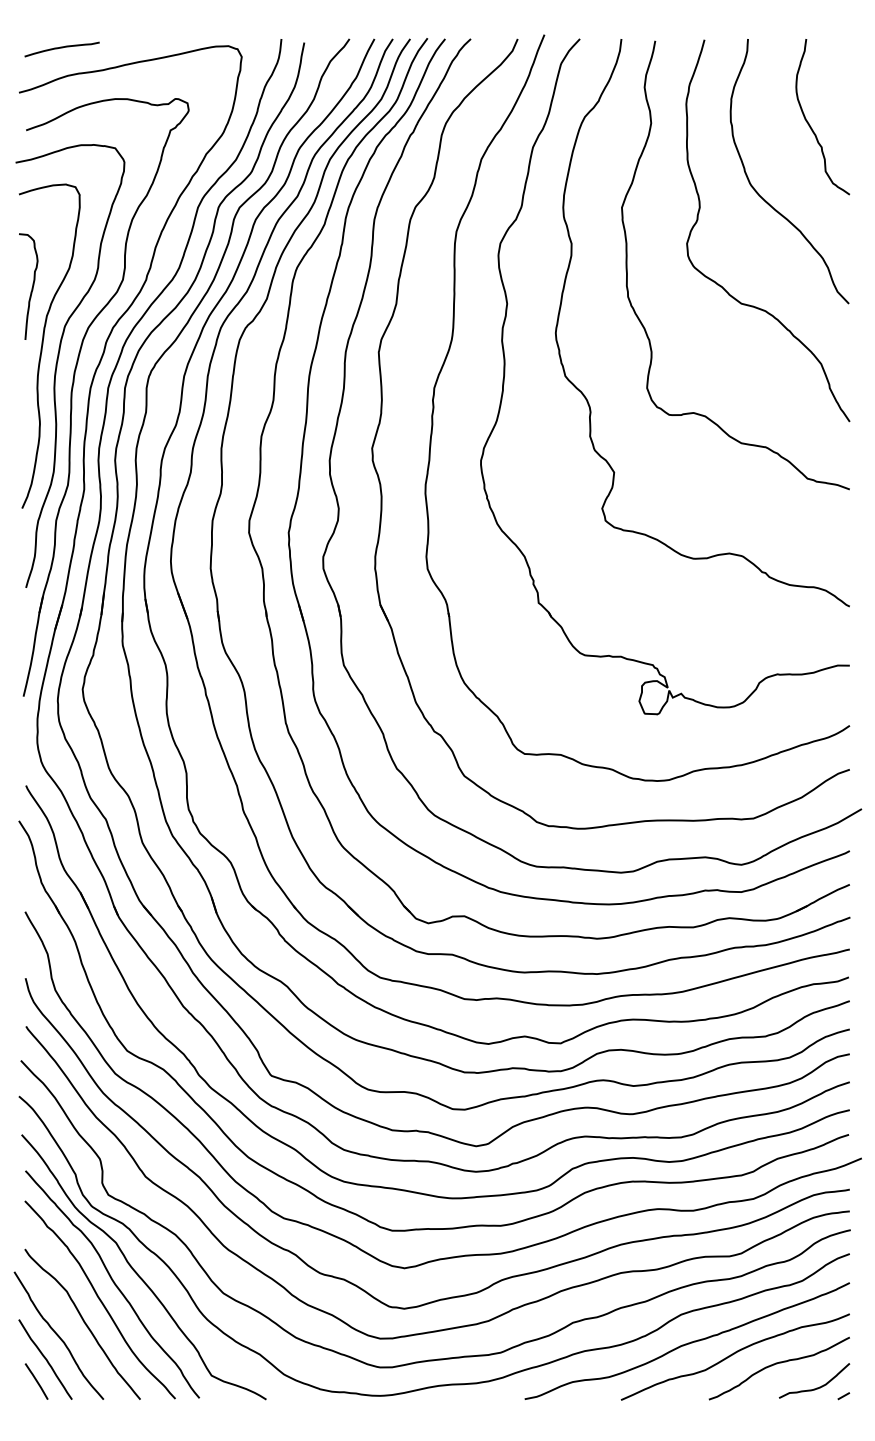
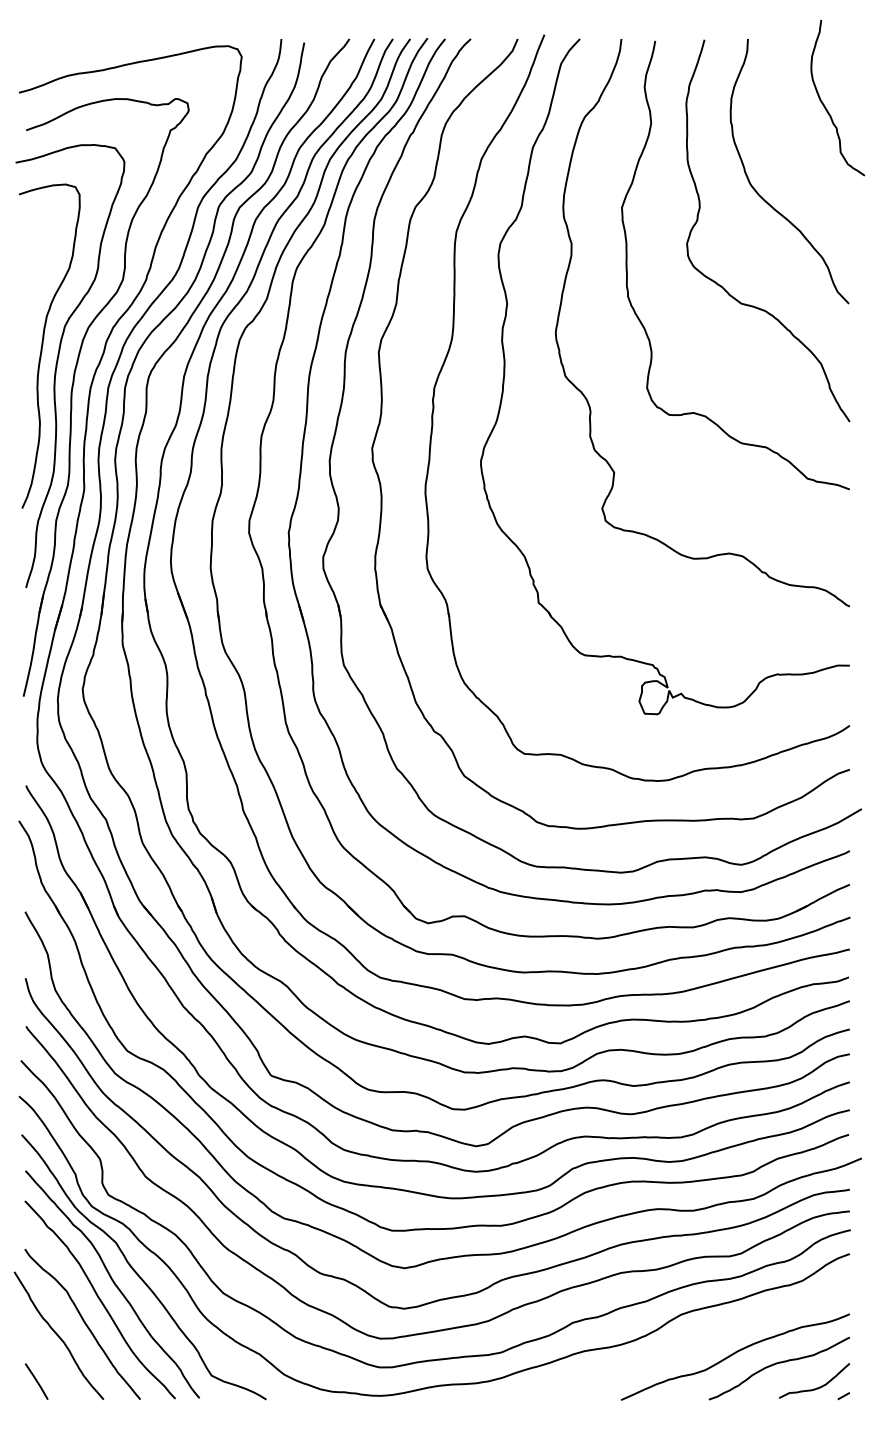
curve at (61, 48): present -> none
curve at (811, 126) position: (811, 126) -> (826, 107)
curve at (31, 287): present -> none
curve at (688, 1342): present -> none
curve at (45, 1359): present -> none
